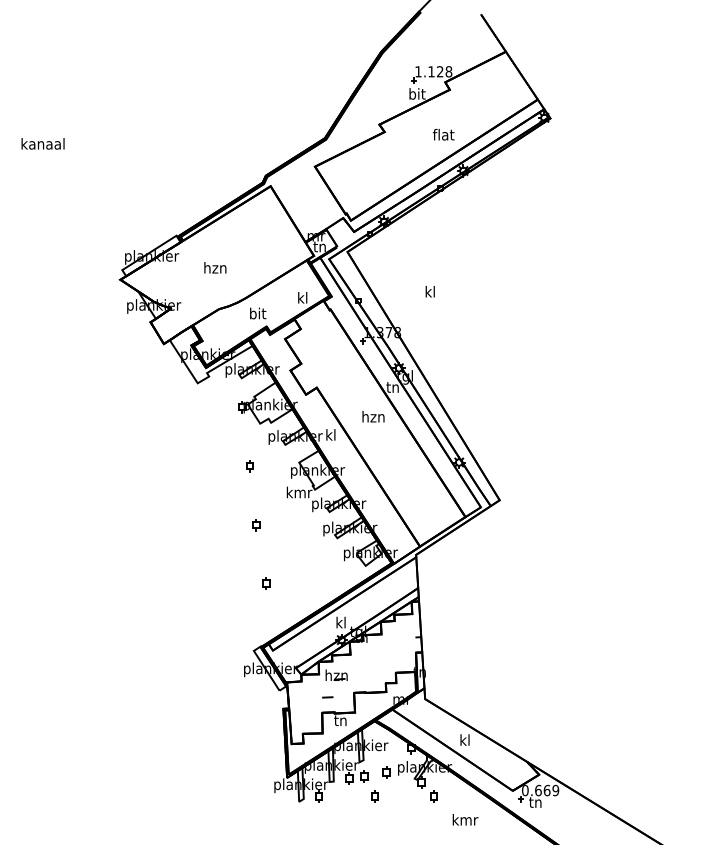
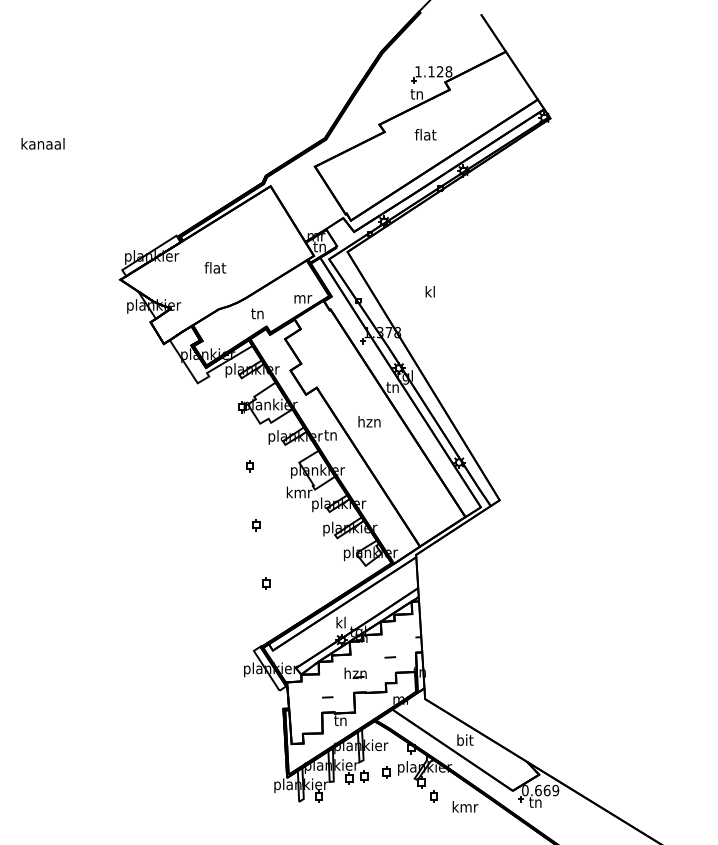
text at (417, 93): bit -> tn
text at (443, 134) position: (443, 134) -> (425, 134)
text at (215, 267): hzn -> flat
text at (303, 297): kl -> mr
text at (258, 313): bit -> tn
text at (373, 416) position: (373, 416) -> (369, 421)
text at (330, 434): kl -> tn
line at (390, 657): none -> present
part at (336, 674) position: (336, 674) -> (355, 672)
text at (465, 739): kl -> bit
part at (374, 796): present -> none
text at (465, 819) position: (465, 819) -> (465, 806)
